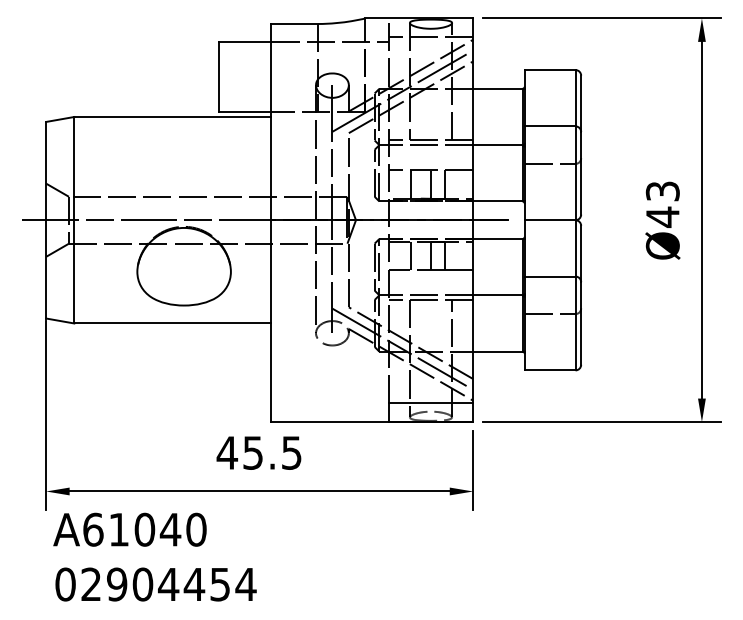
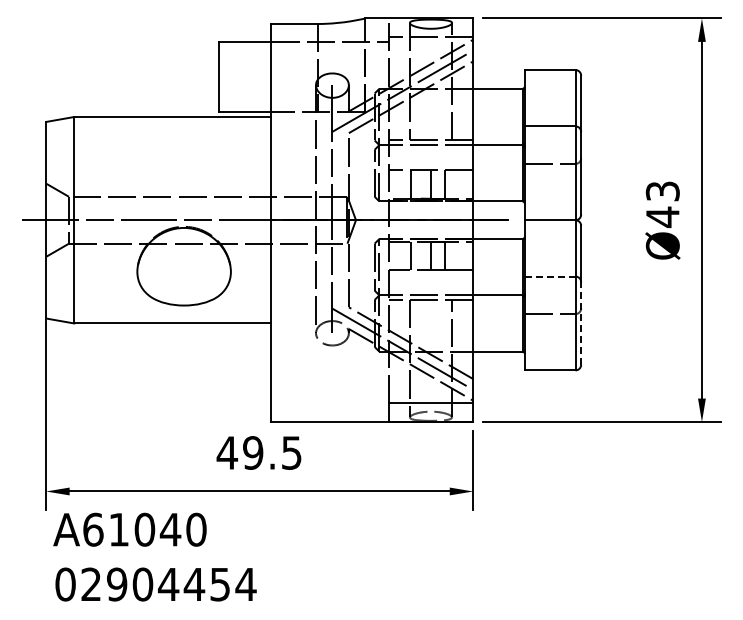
line at (549, 276): solid -> dashed
line at (581, 322): solid -> dashed
text at (253, 452): 45.5 -> 49.5
